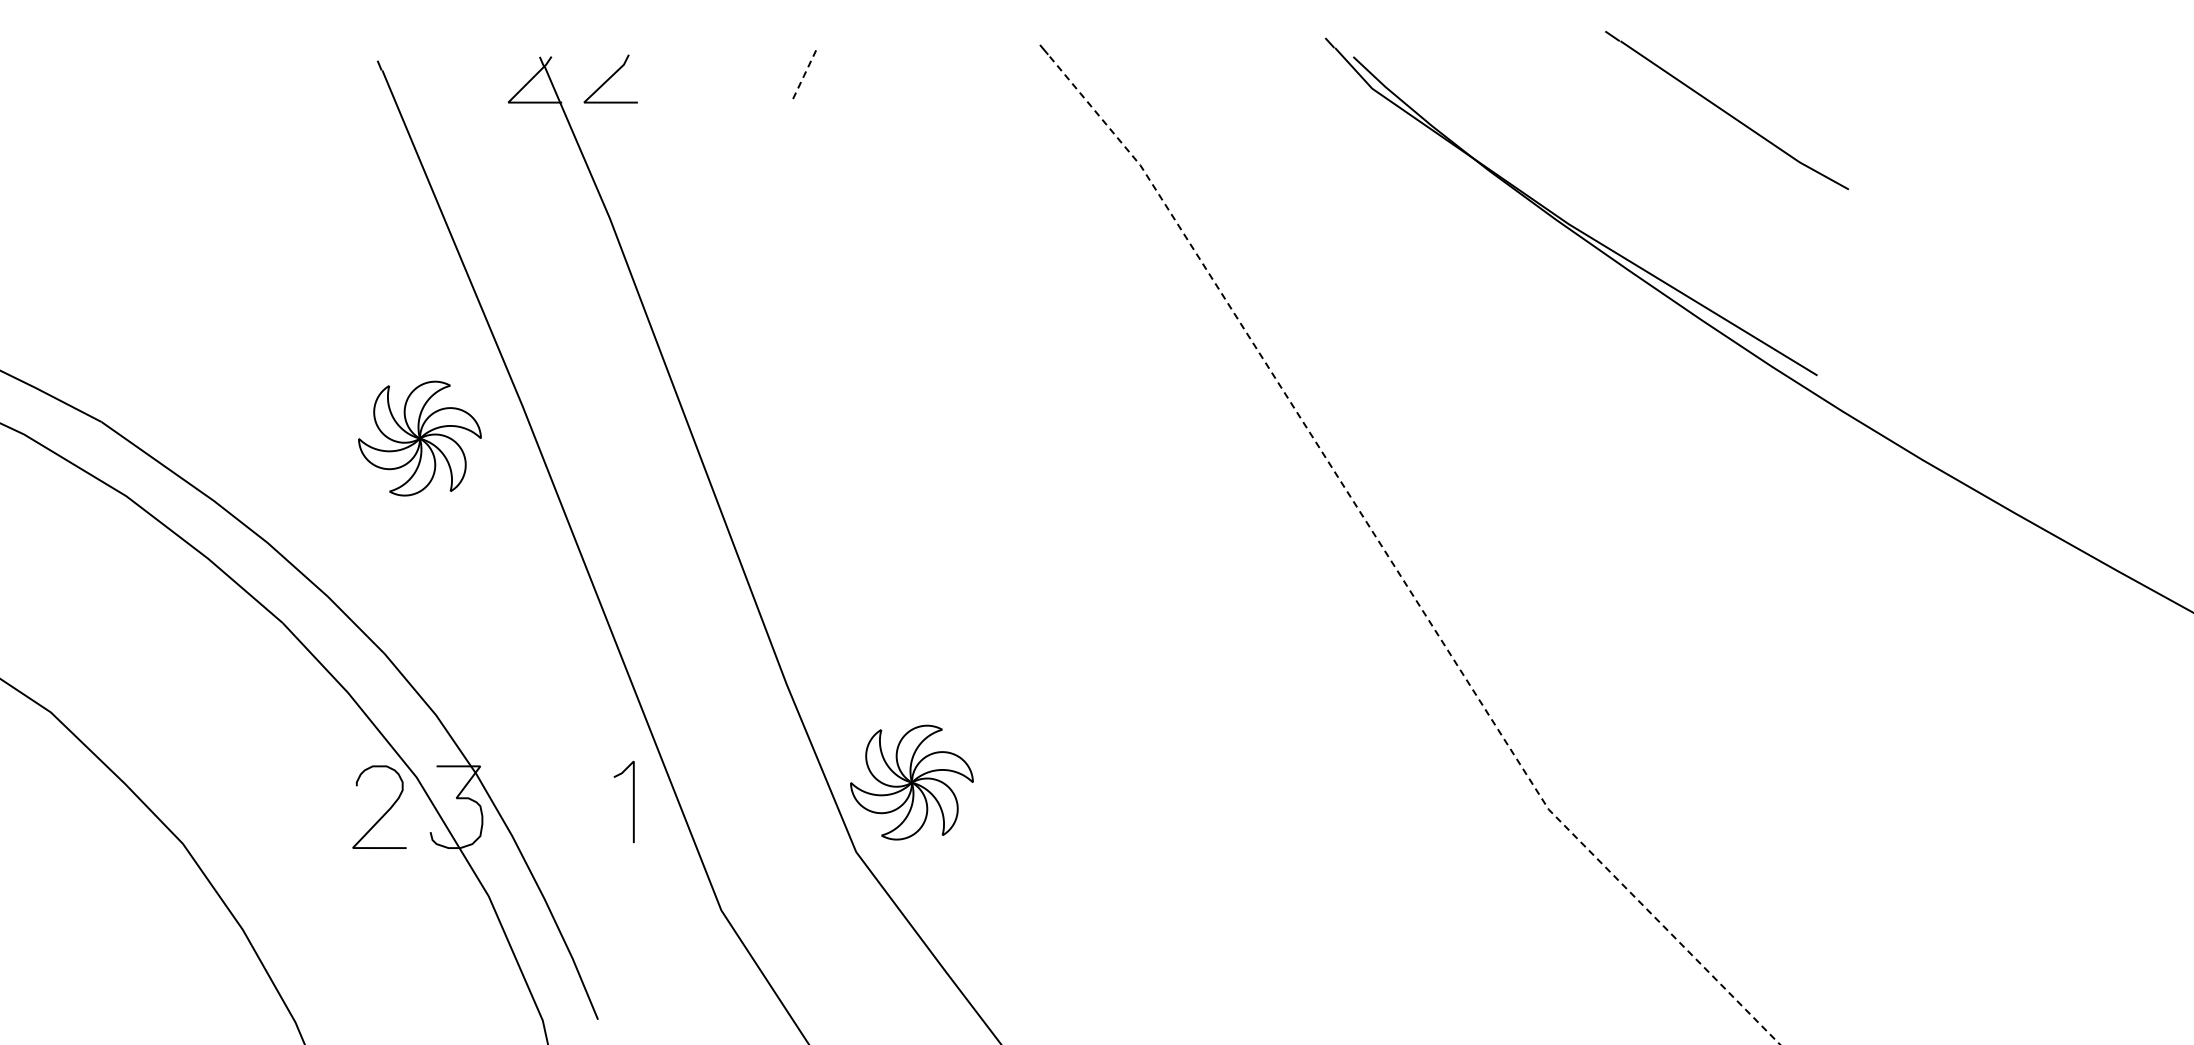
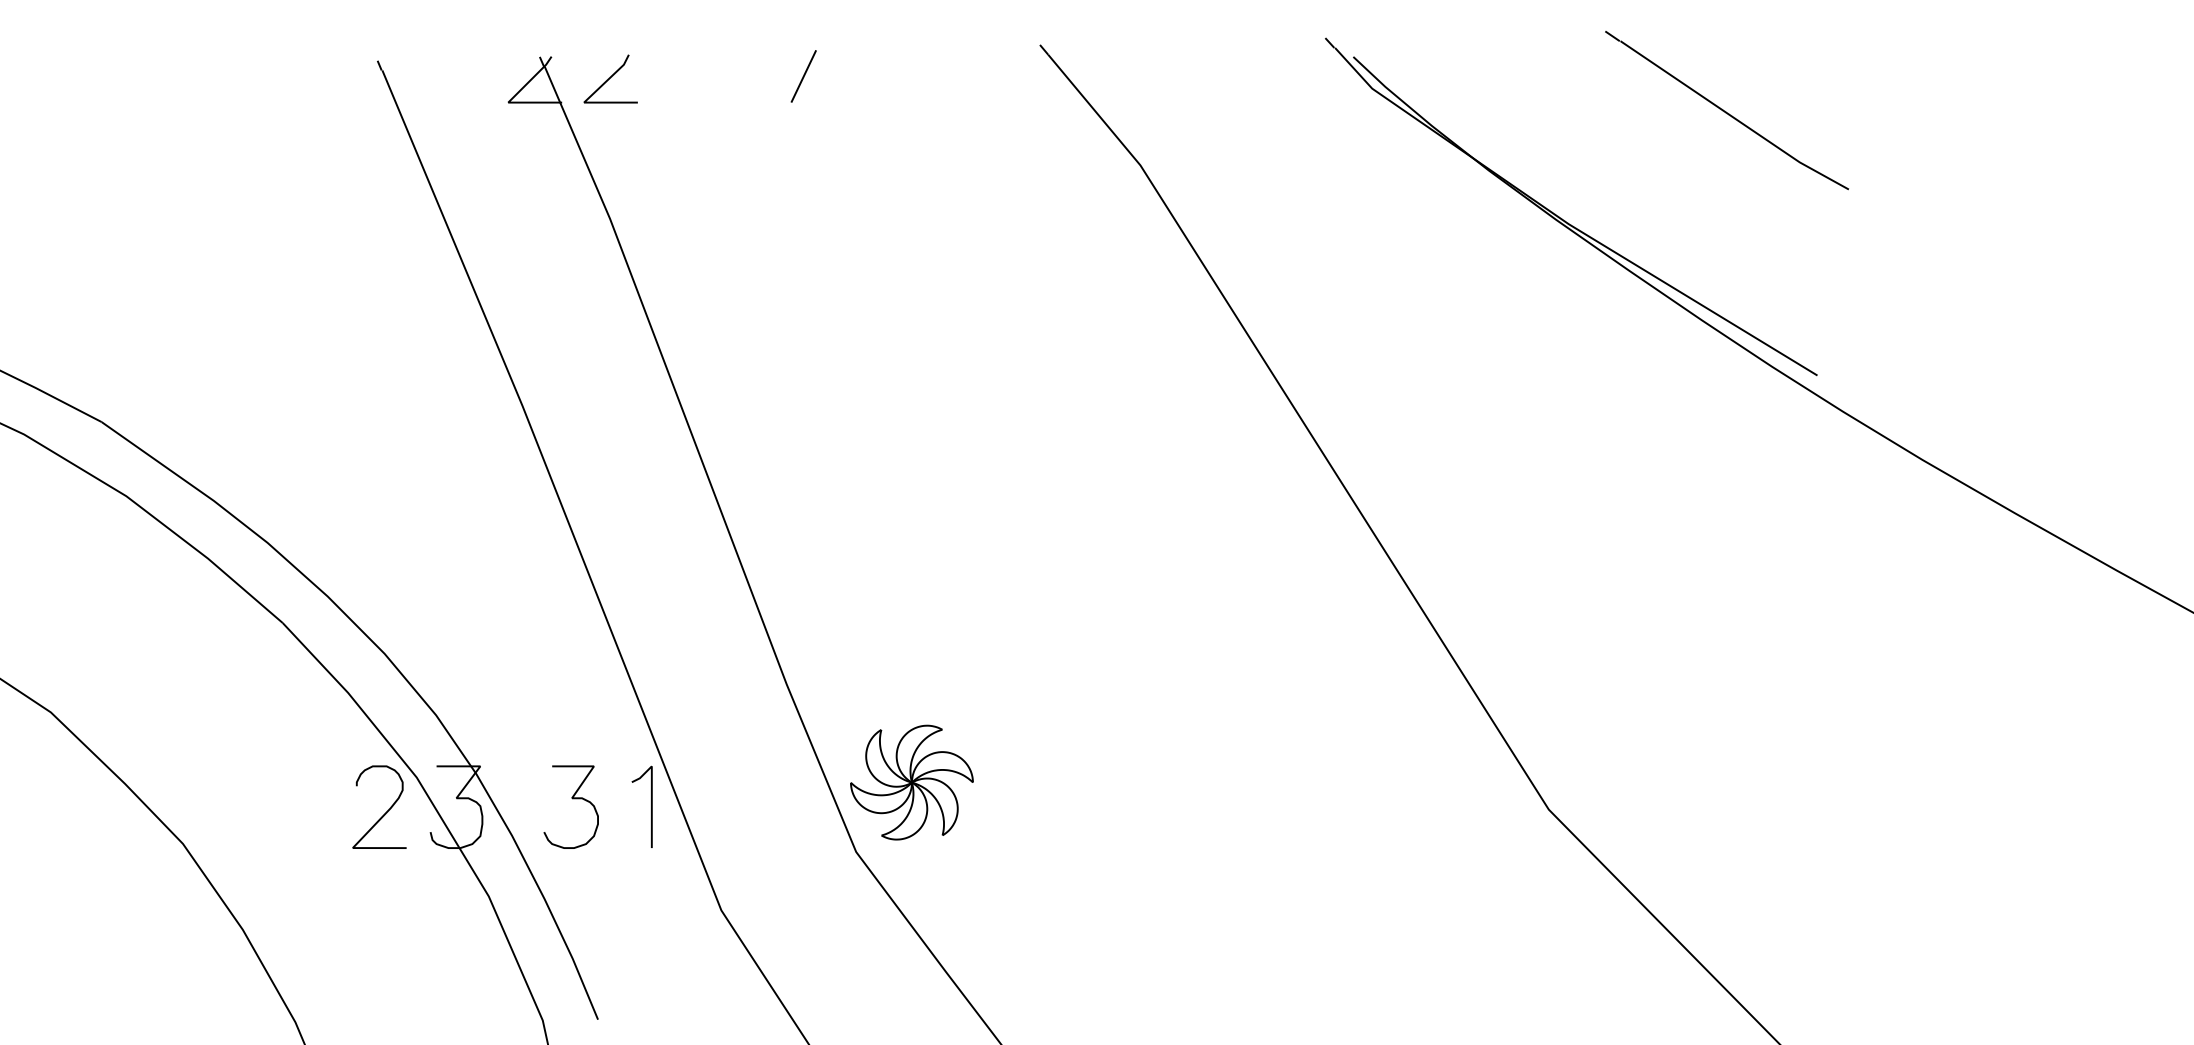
line at (803, 76): dashed -> solid
part at (419, 438): present -> none
line at (1394, 565): dashed -> solid
curve at (572, 799): none -> present
line at (633, 801) position: (633, 801) -> (651, 806)
